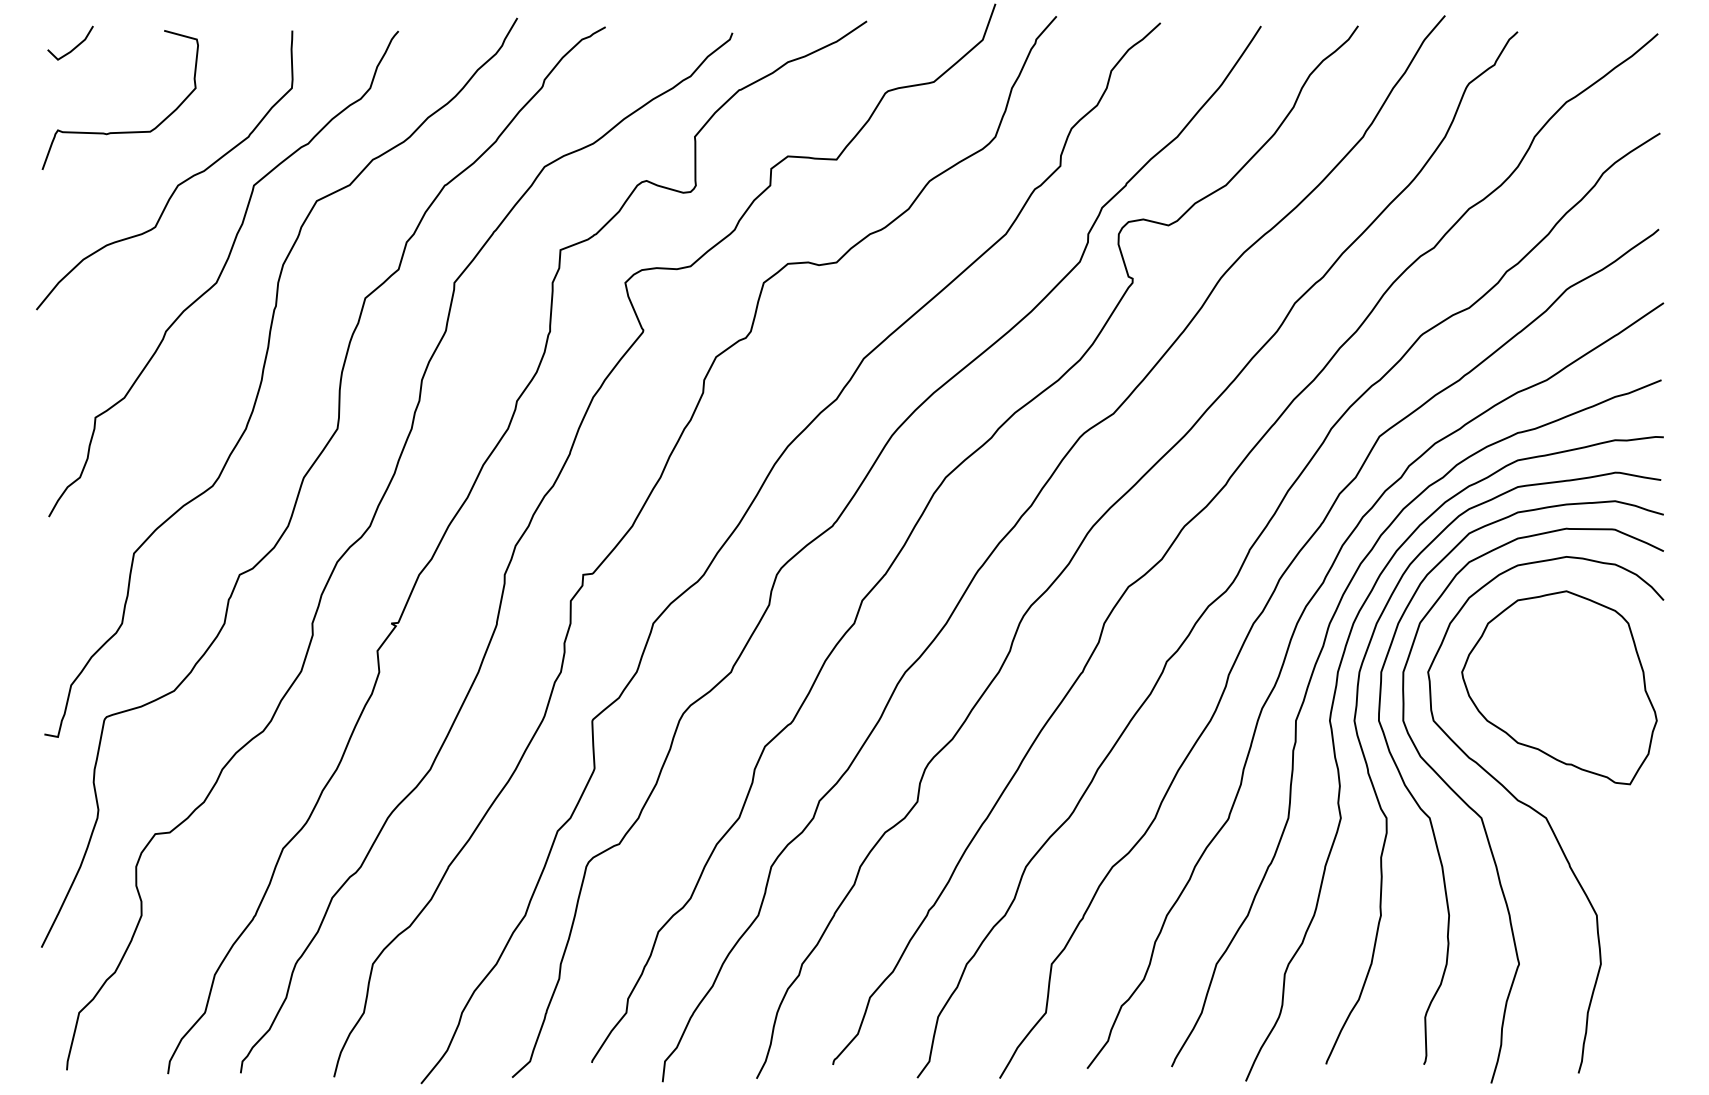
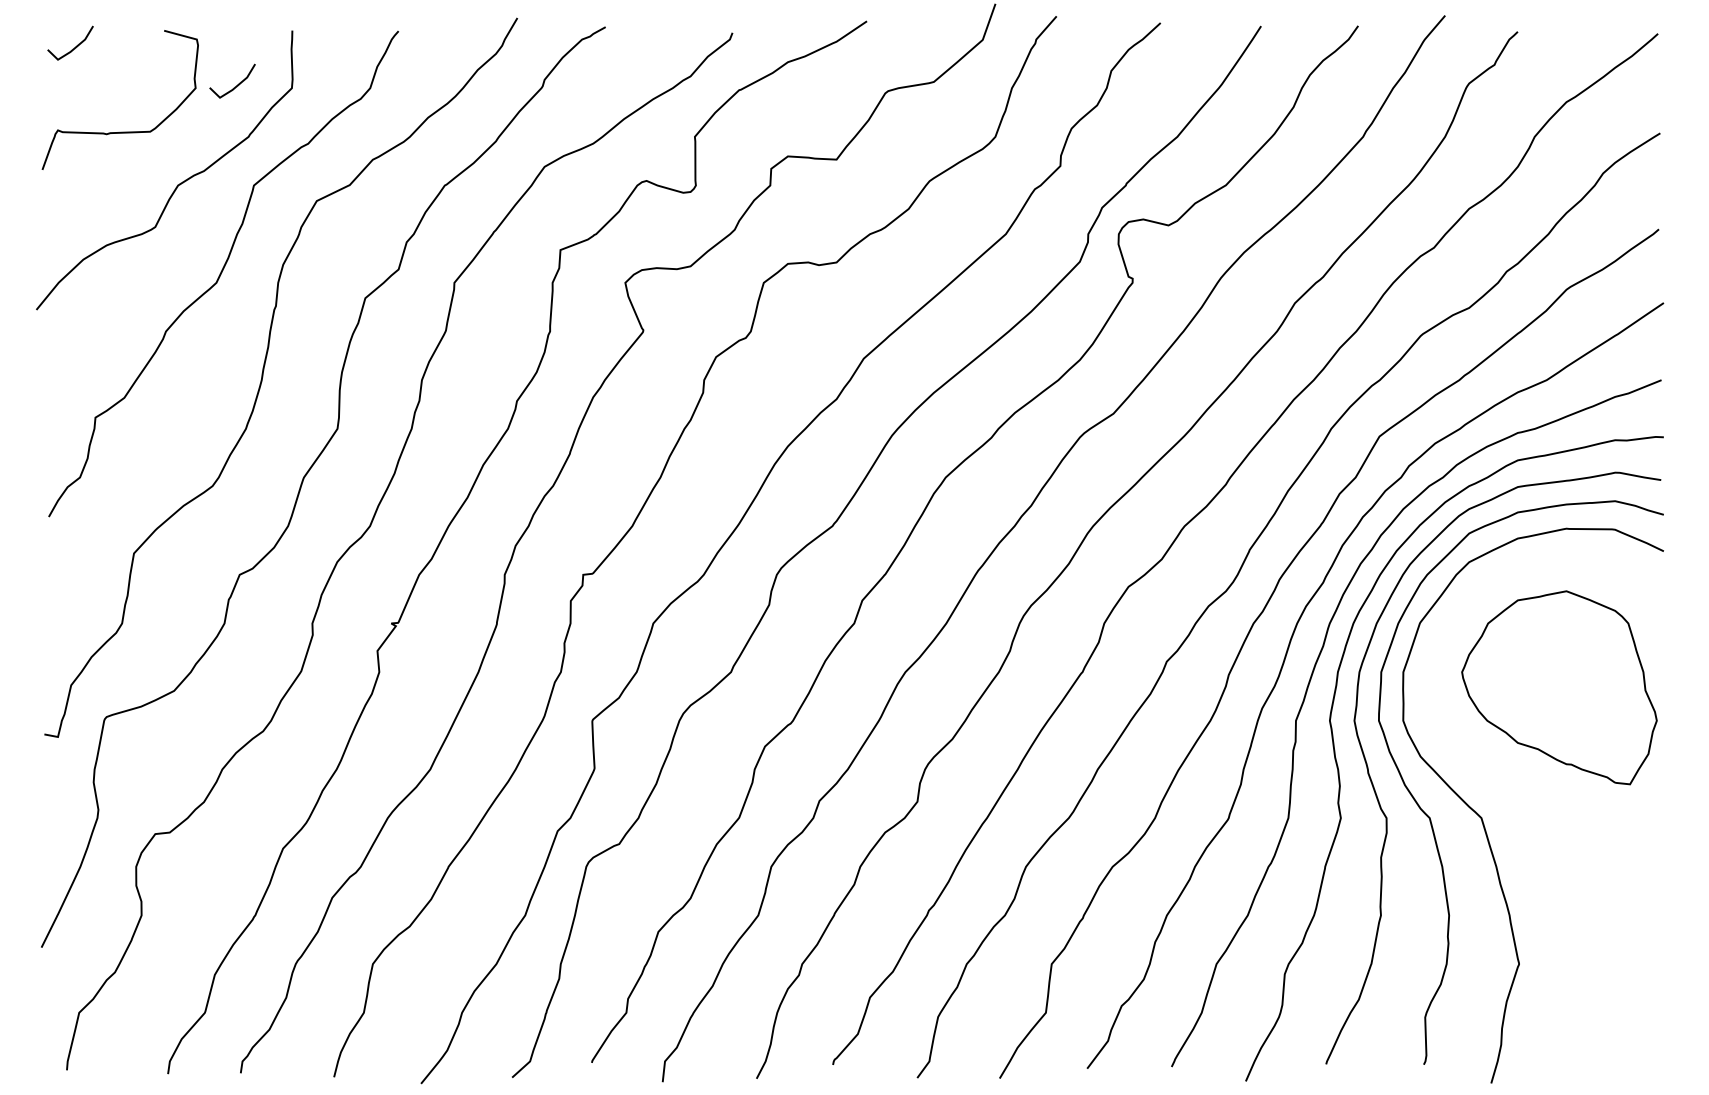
line at (237, 84): none -> present
curve at (1544, 815): present -> none
